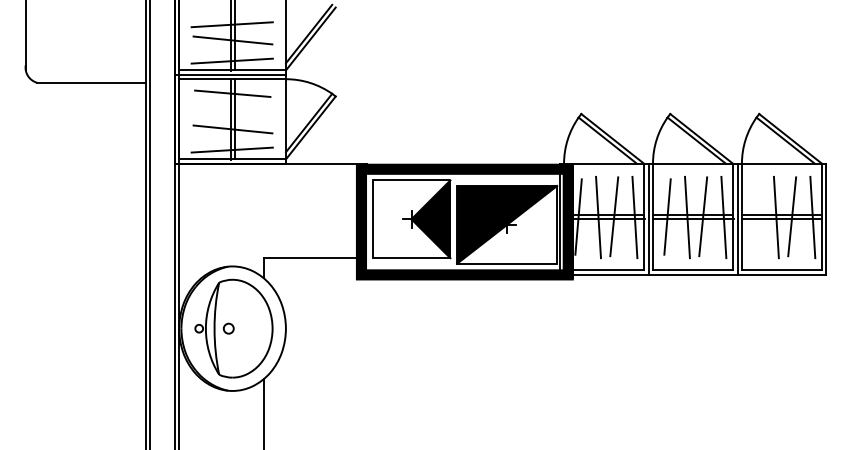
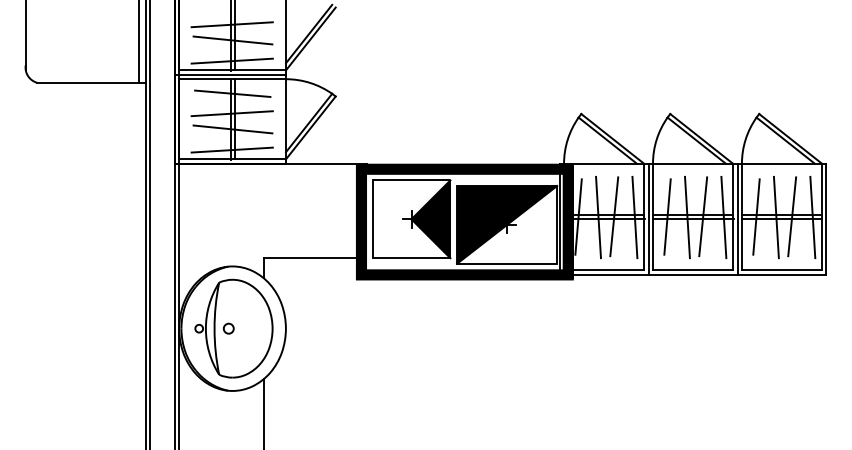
line at (139, 42): none -> present
line at (231, 113): none -> present
line at (756, 216): none -> present
